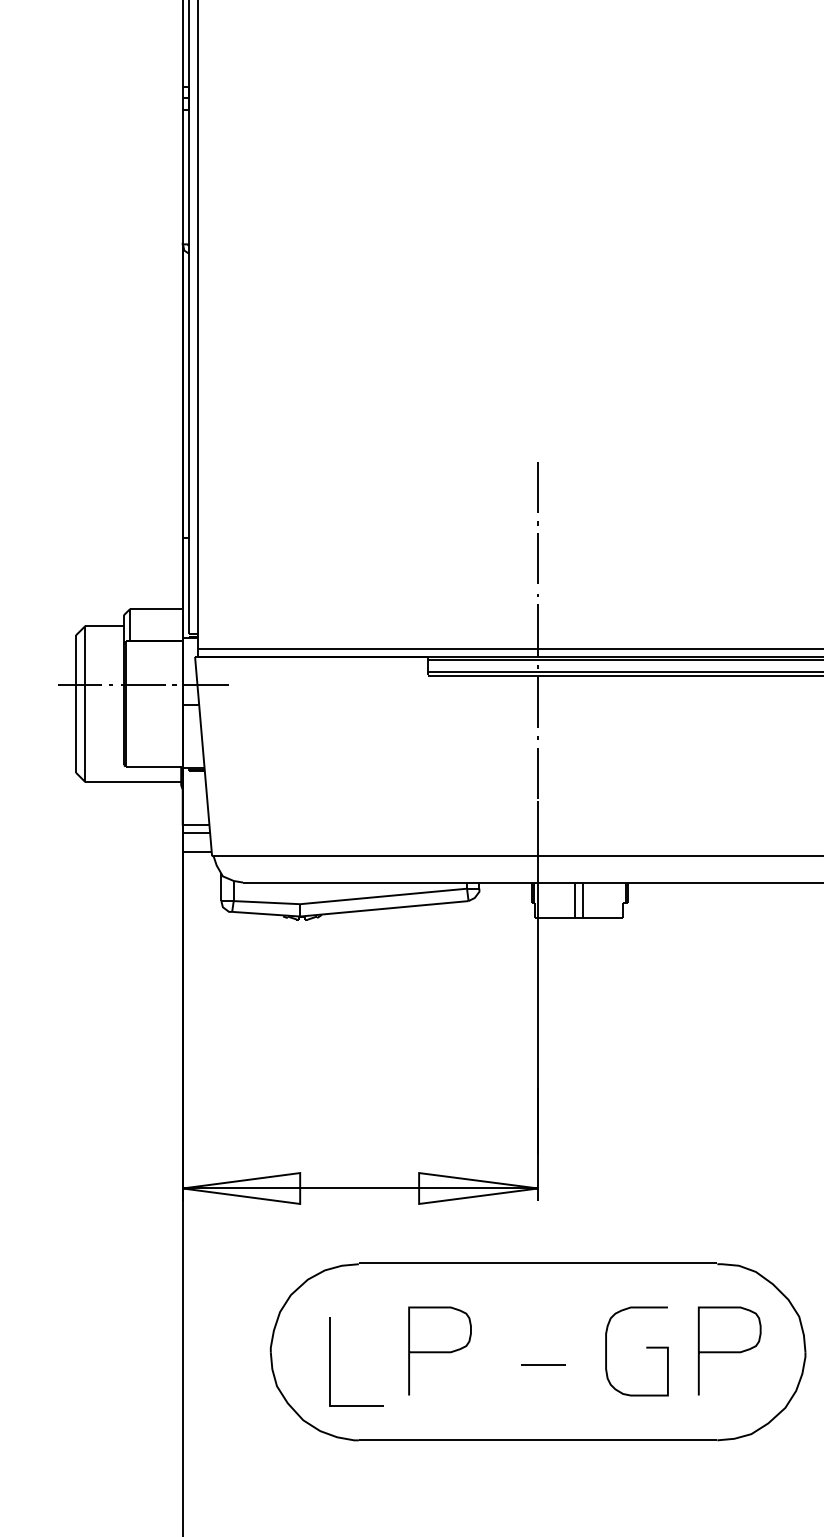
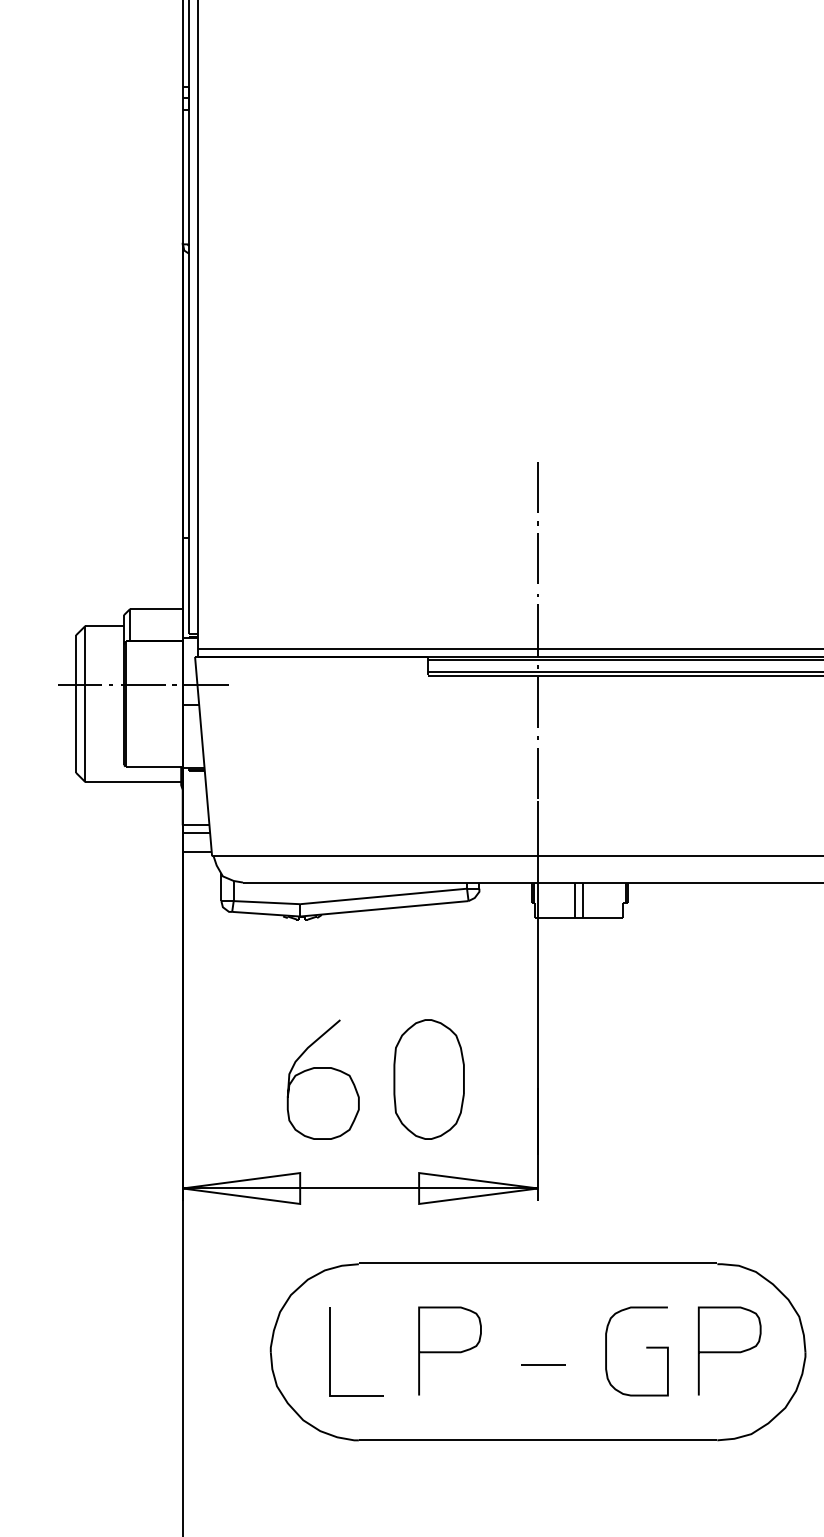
curve at (322, 1068): none -> present
part at (428, 1079): none -> present
curve at (439, 1351) position: (439, 1351) -> (449, 1351)
curve at (330, 1361) position: (330, 1361) -> (330, 1351)
